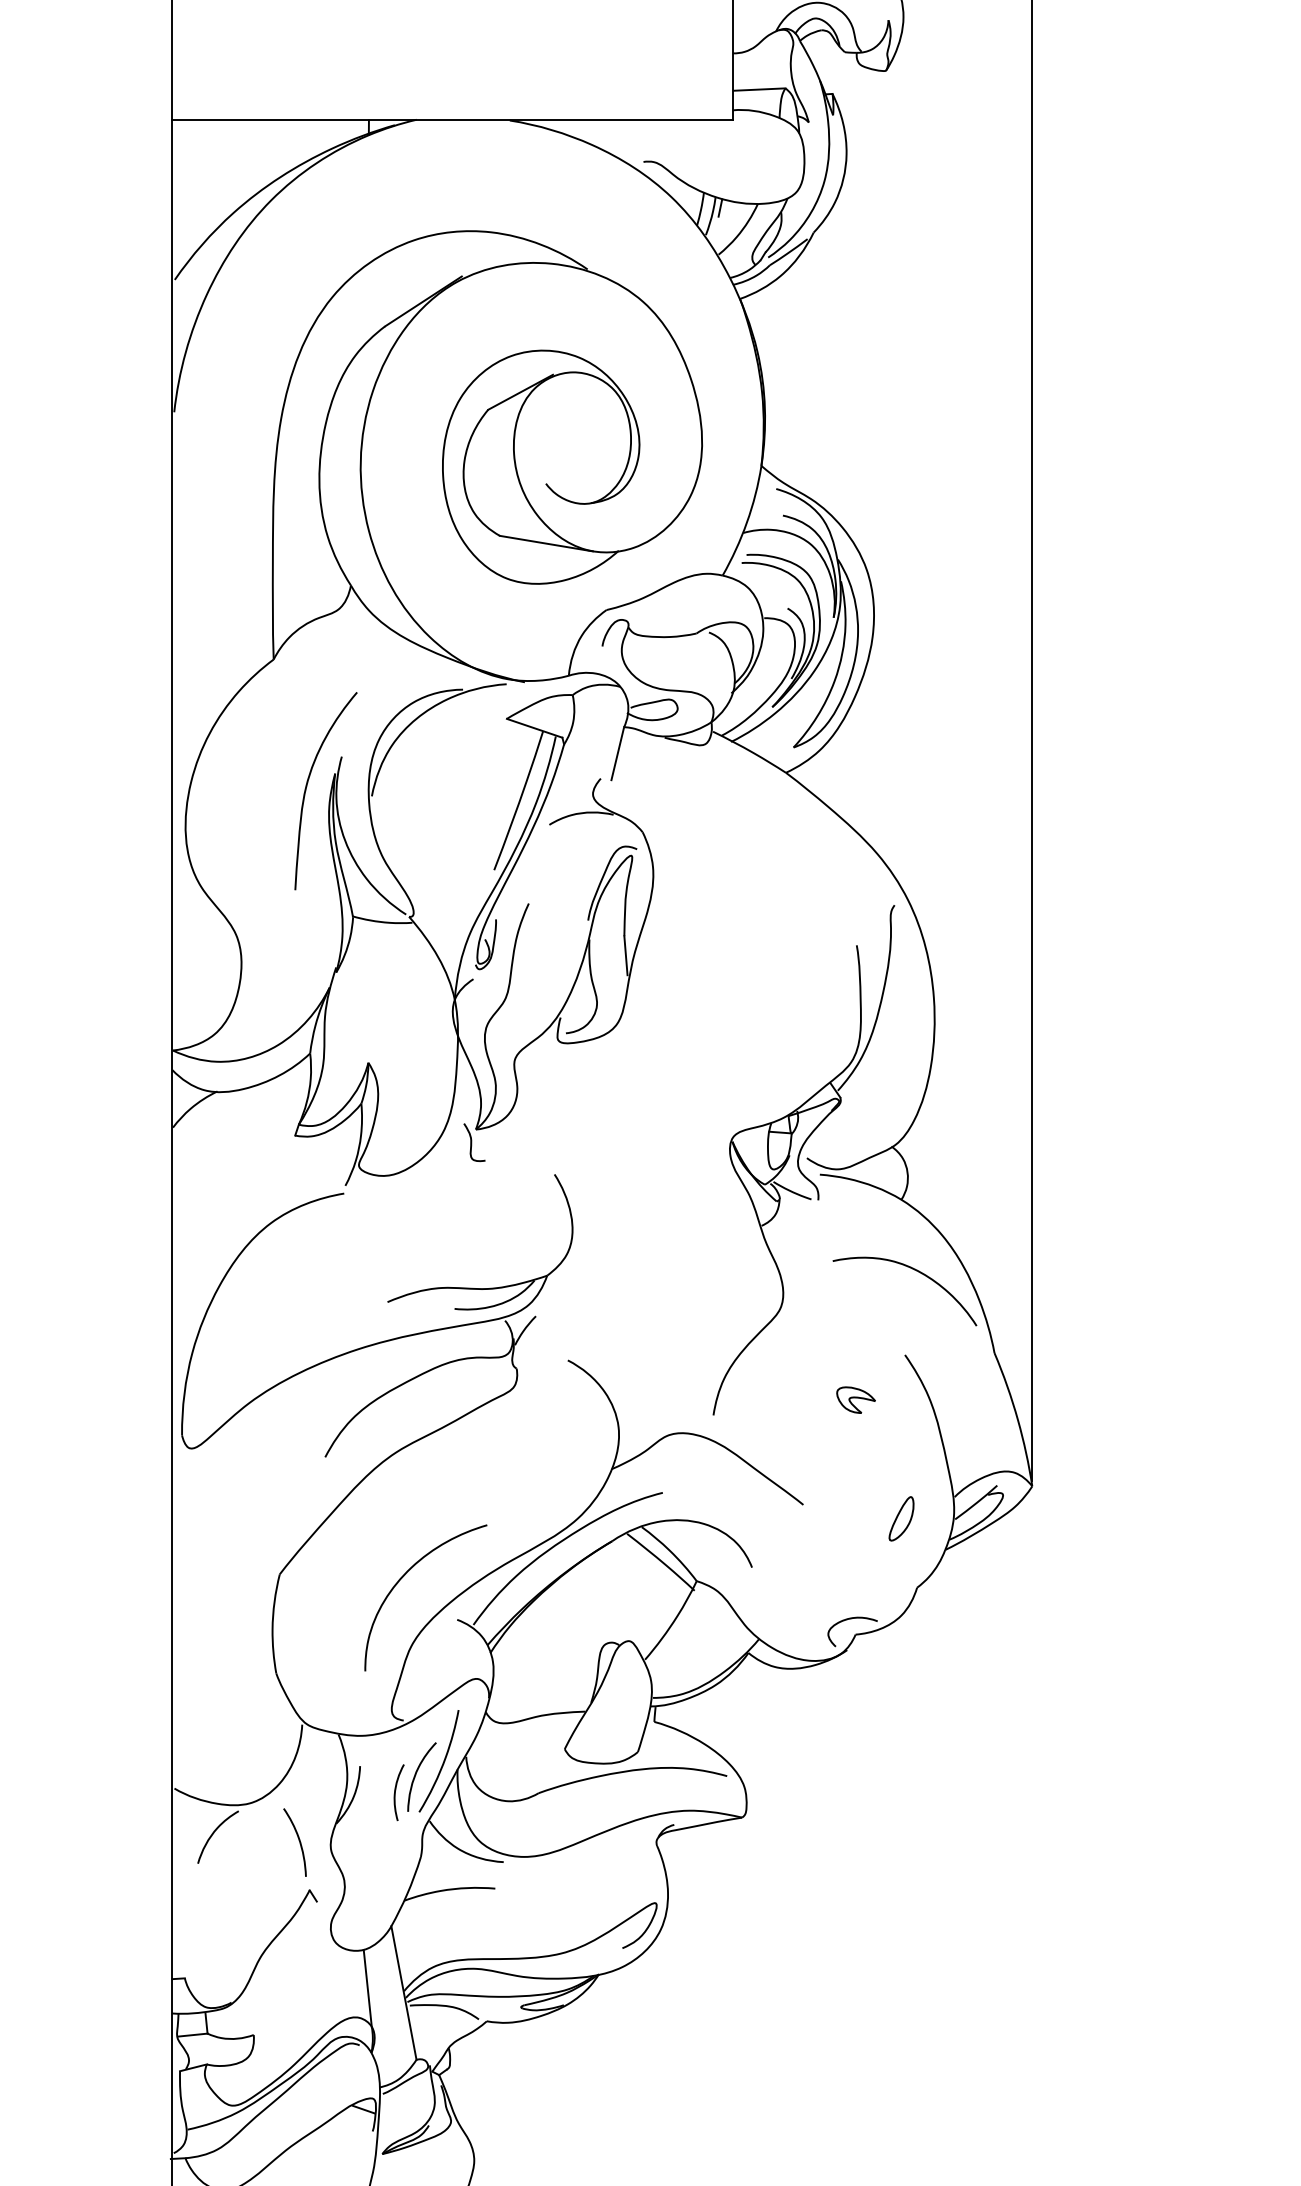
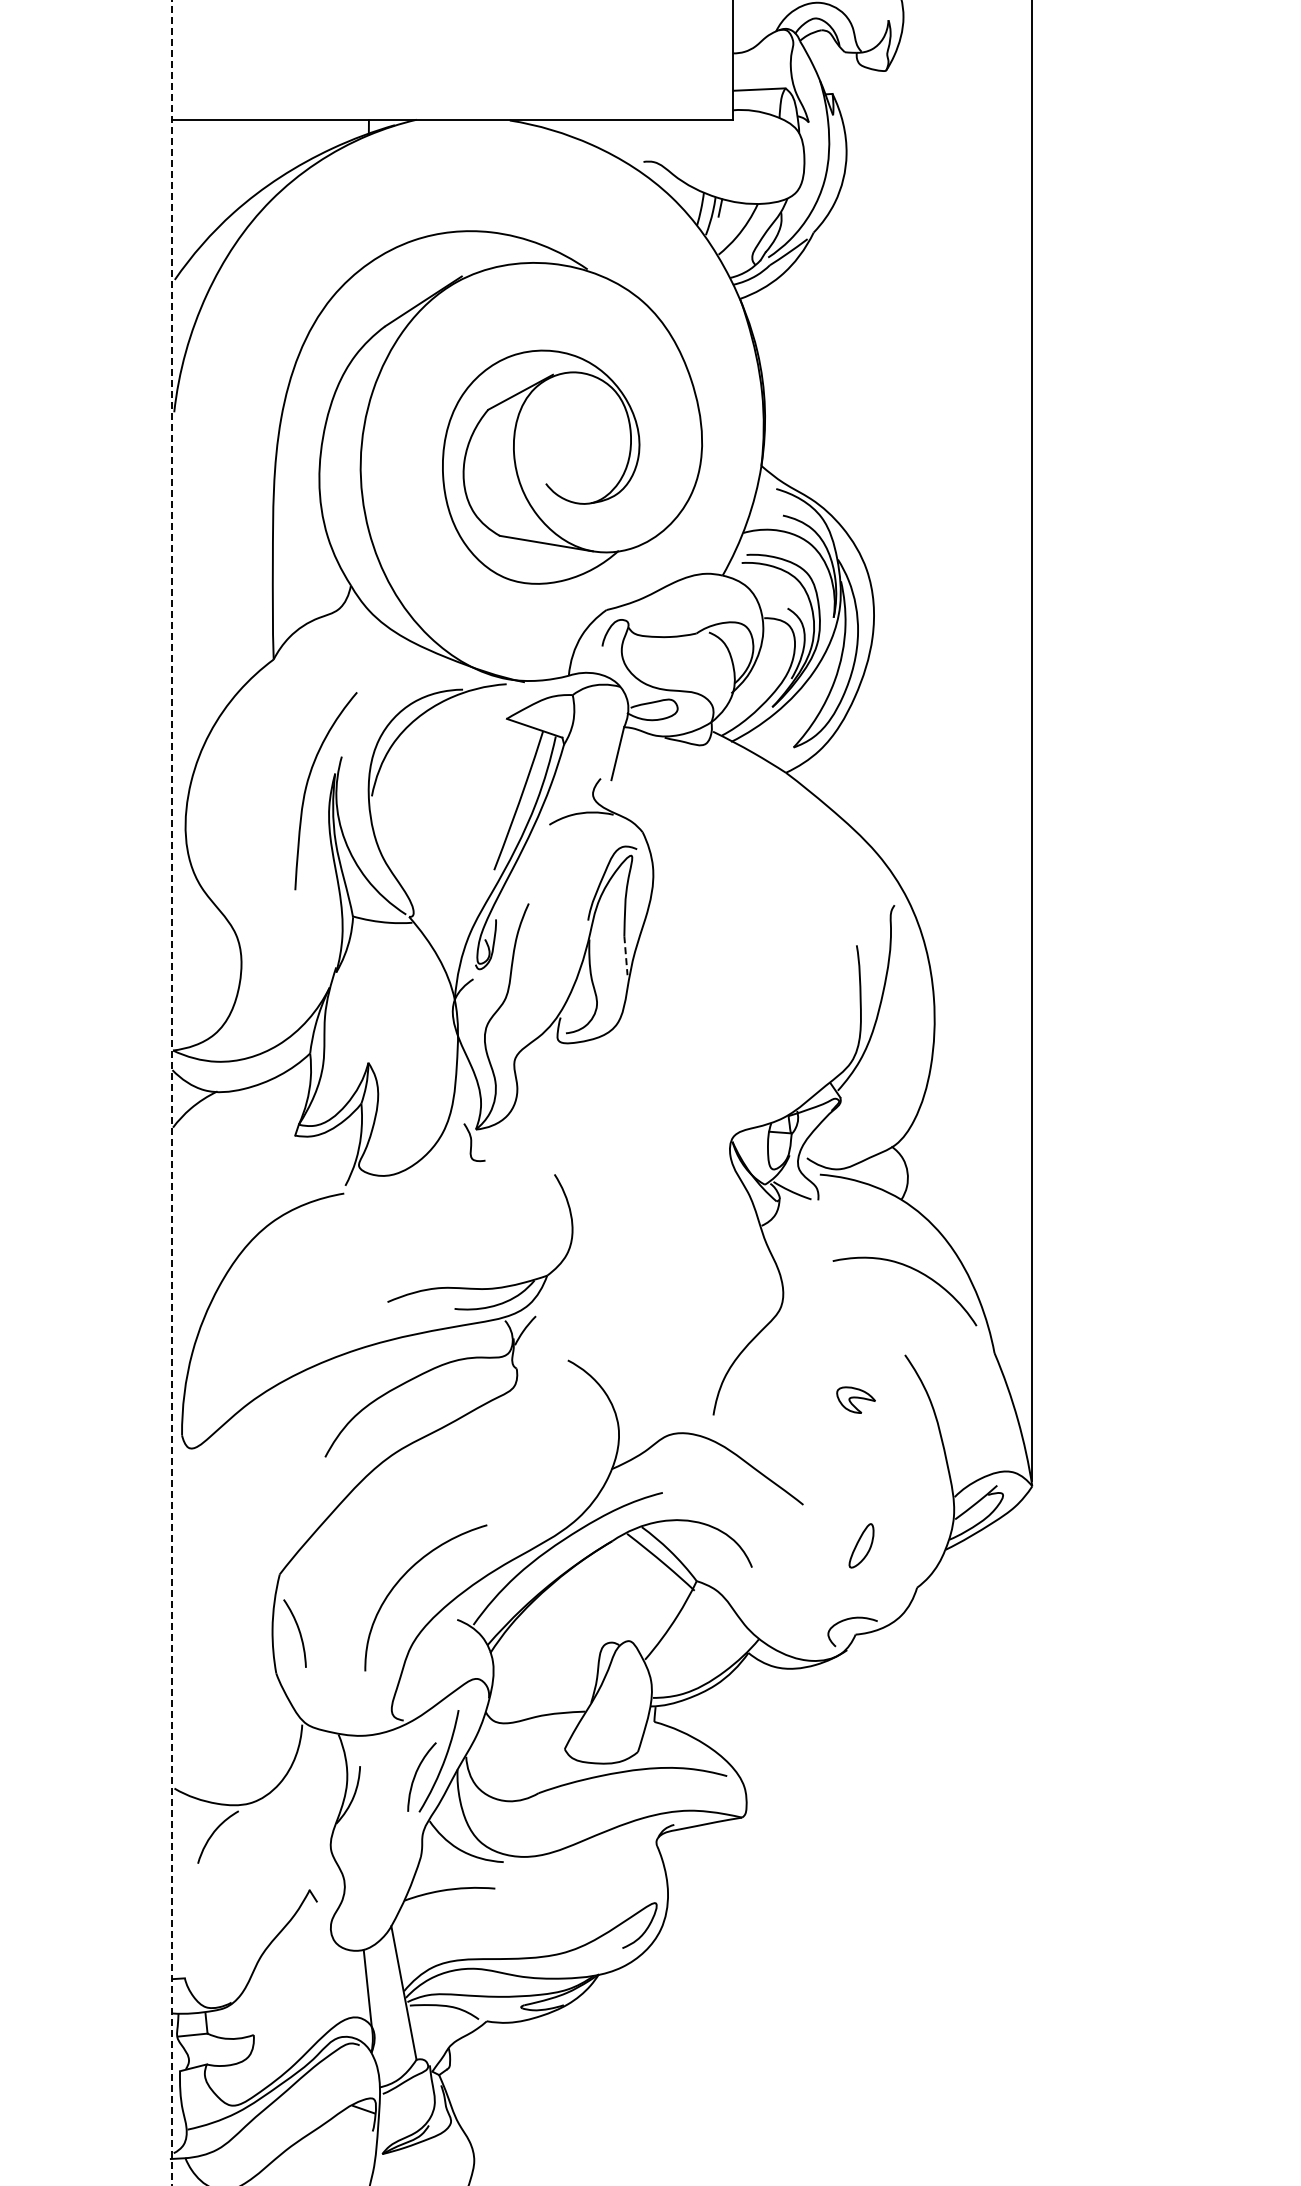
line at (625, 955): solid -> dashed
line at (172, 1093): solid -> dashed
part at (901, 1518) position: (901, 1518) -> (861, 1545)
curve at (396, 1790): present -> none
curve at (298, 1840) position: (298, 1840) -> (298, 1631)
